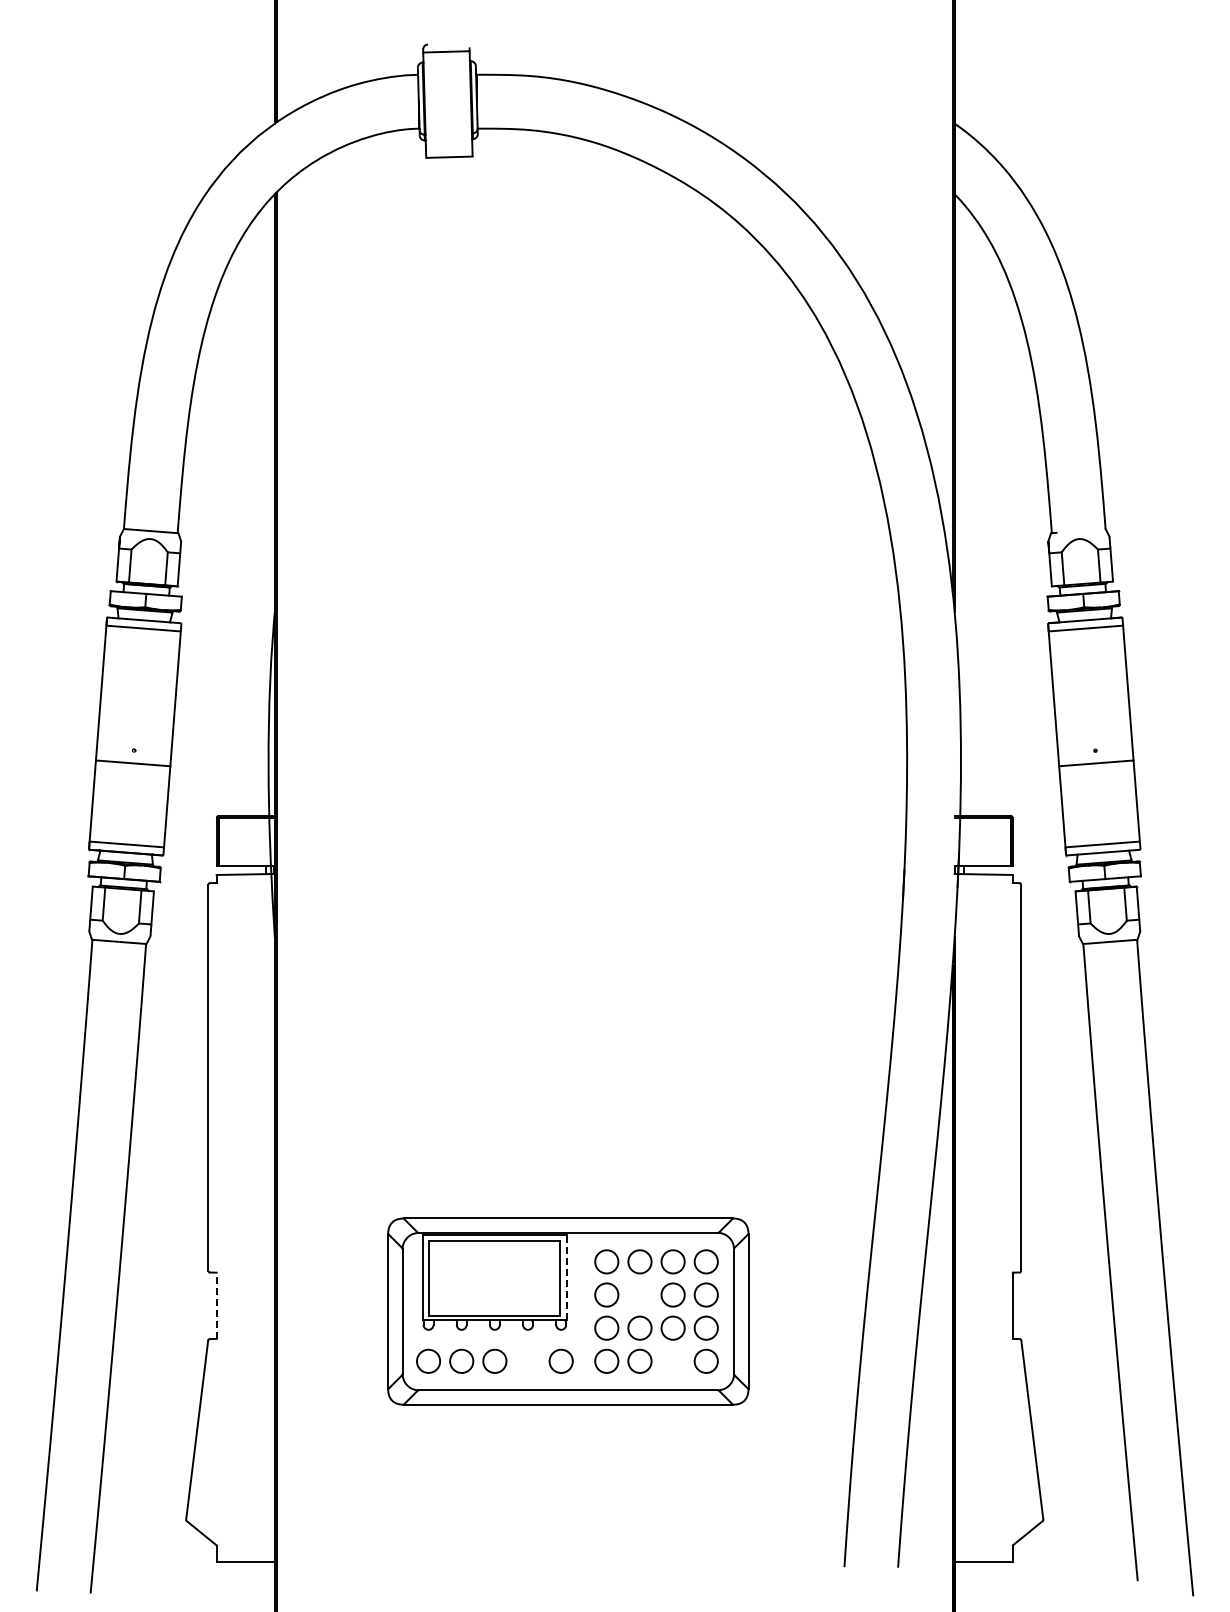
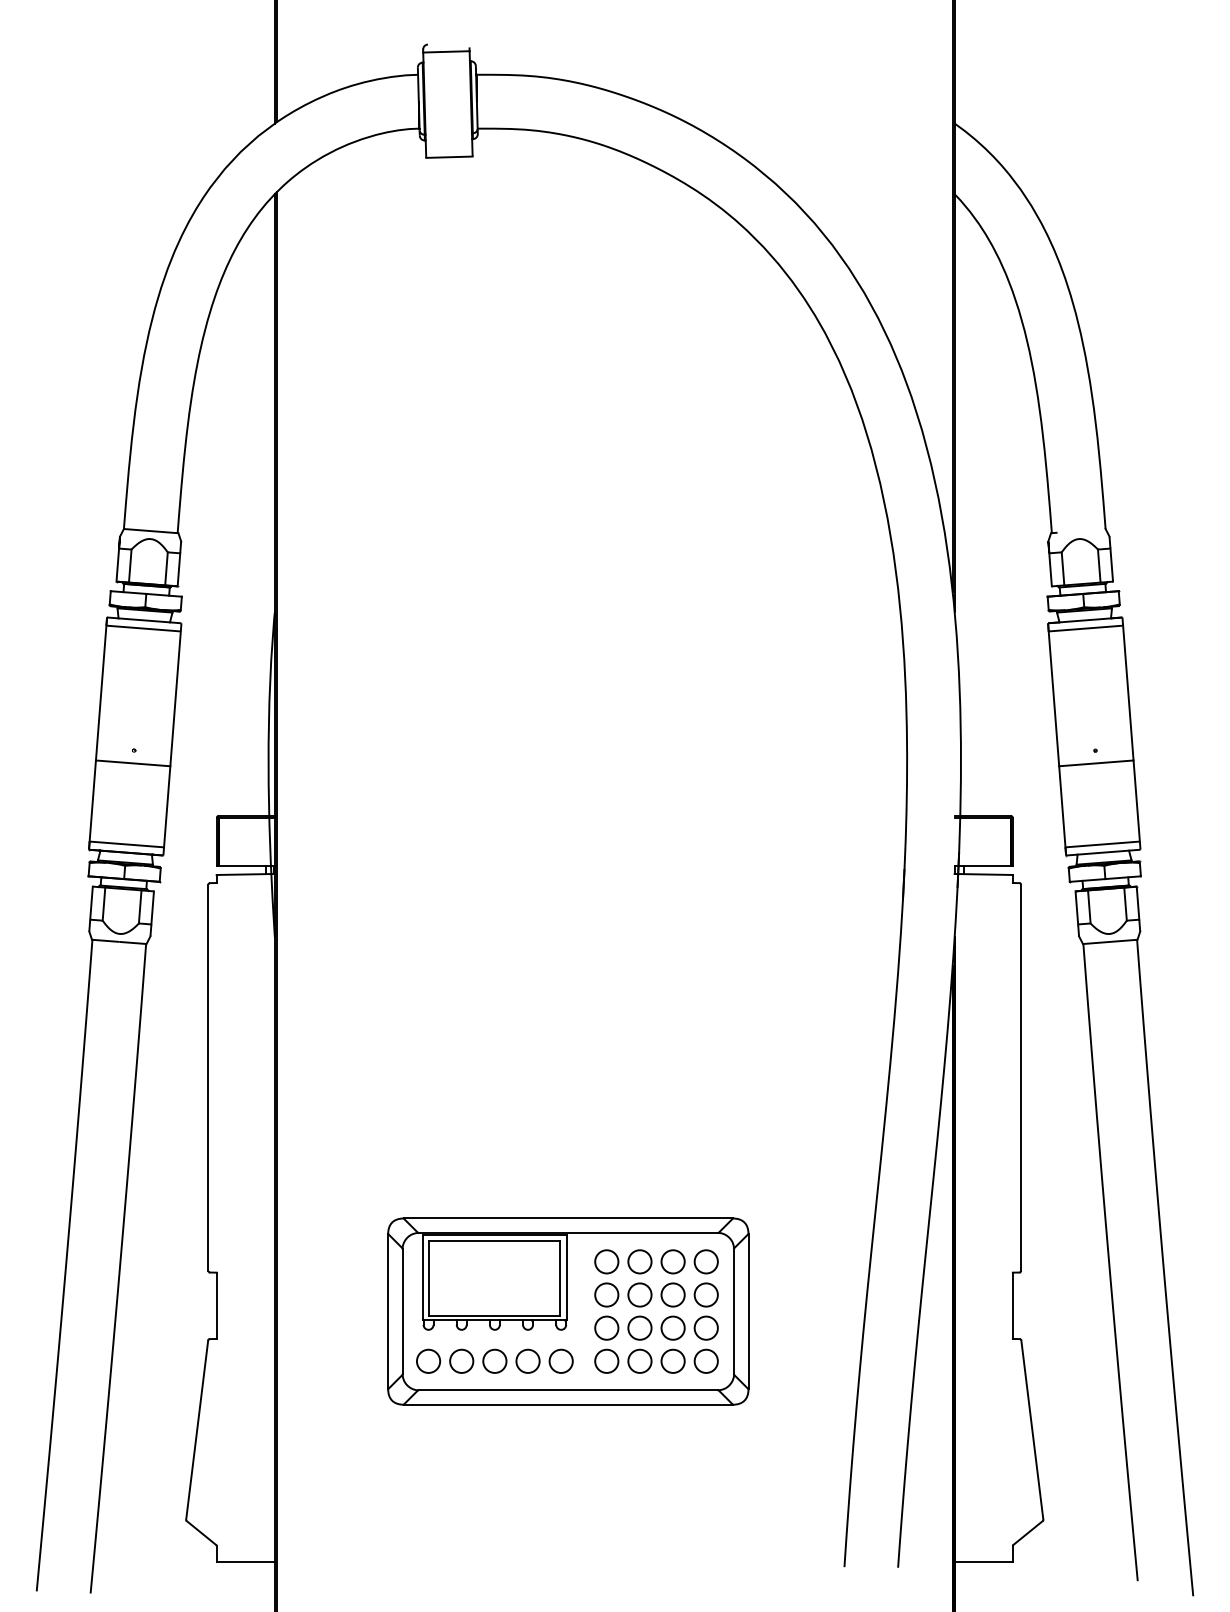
line at (567, 1277): dashed -> solid
circle at (639, 1294): none -> present
line at (216, 1305): dashed -> solid
circle at (527, 1360): none -> present
circle at (672, 1360): none -> present
